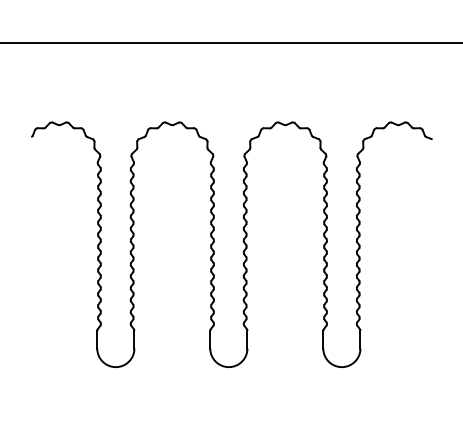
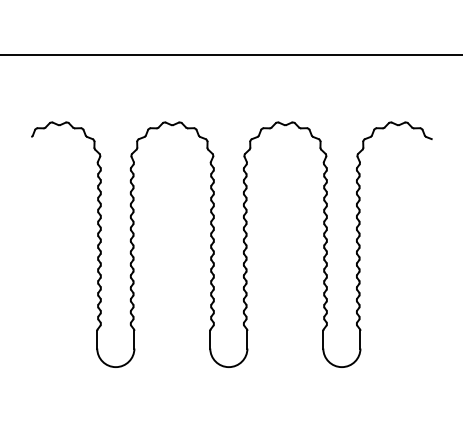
line at (230, 42) position: (230, 42) -> (230, 54)
